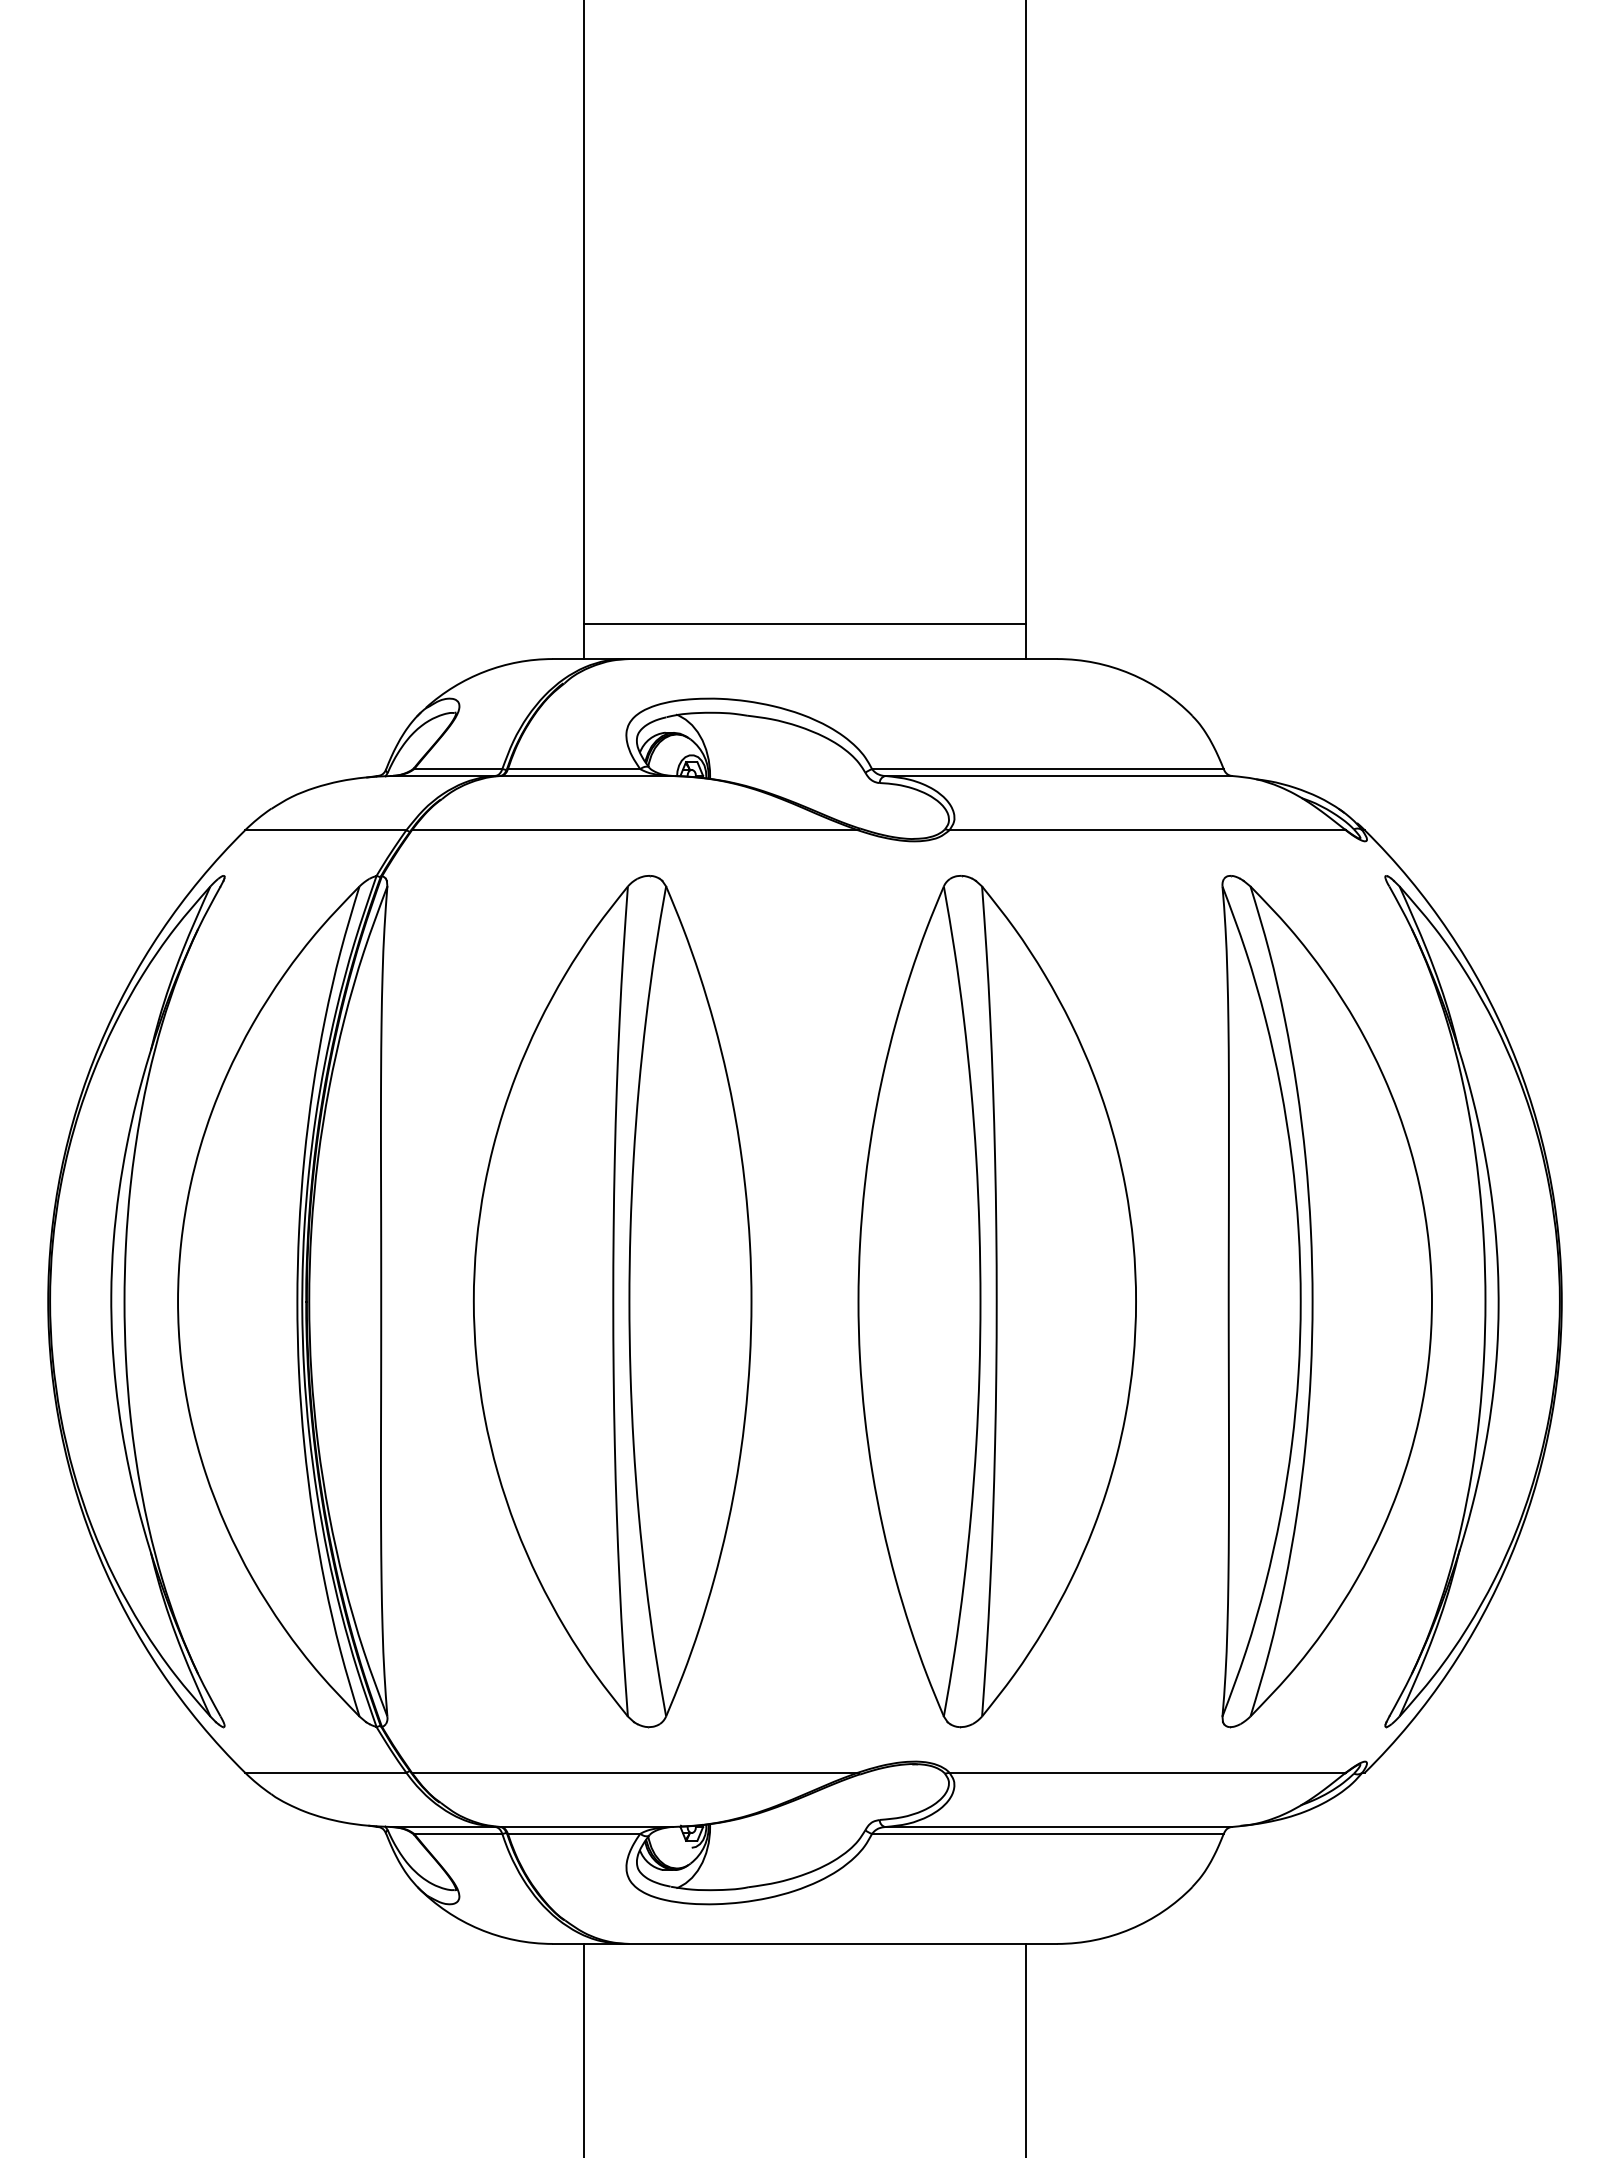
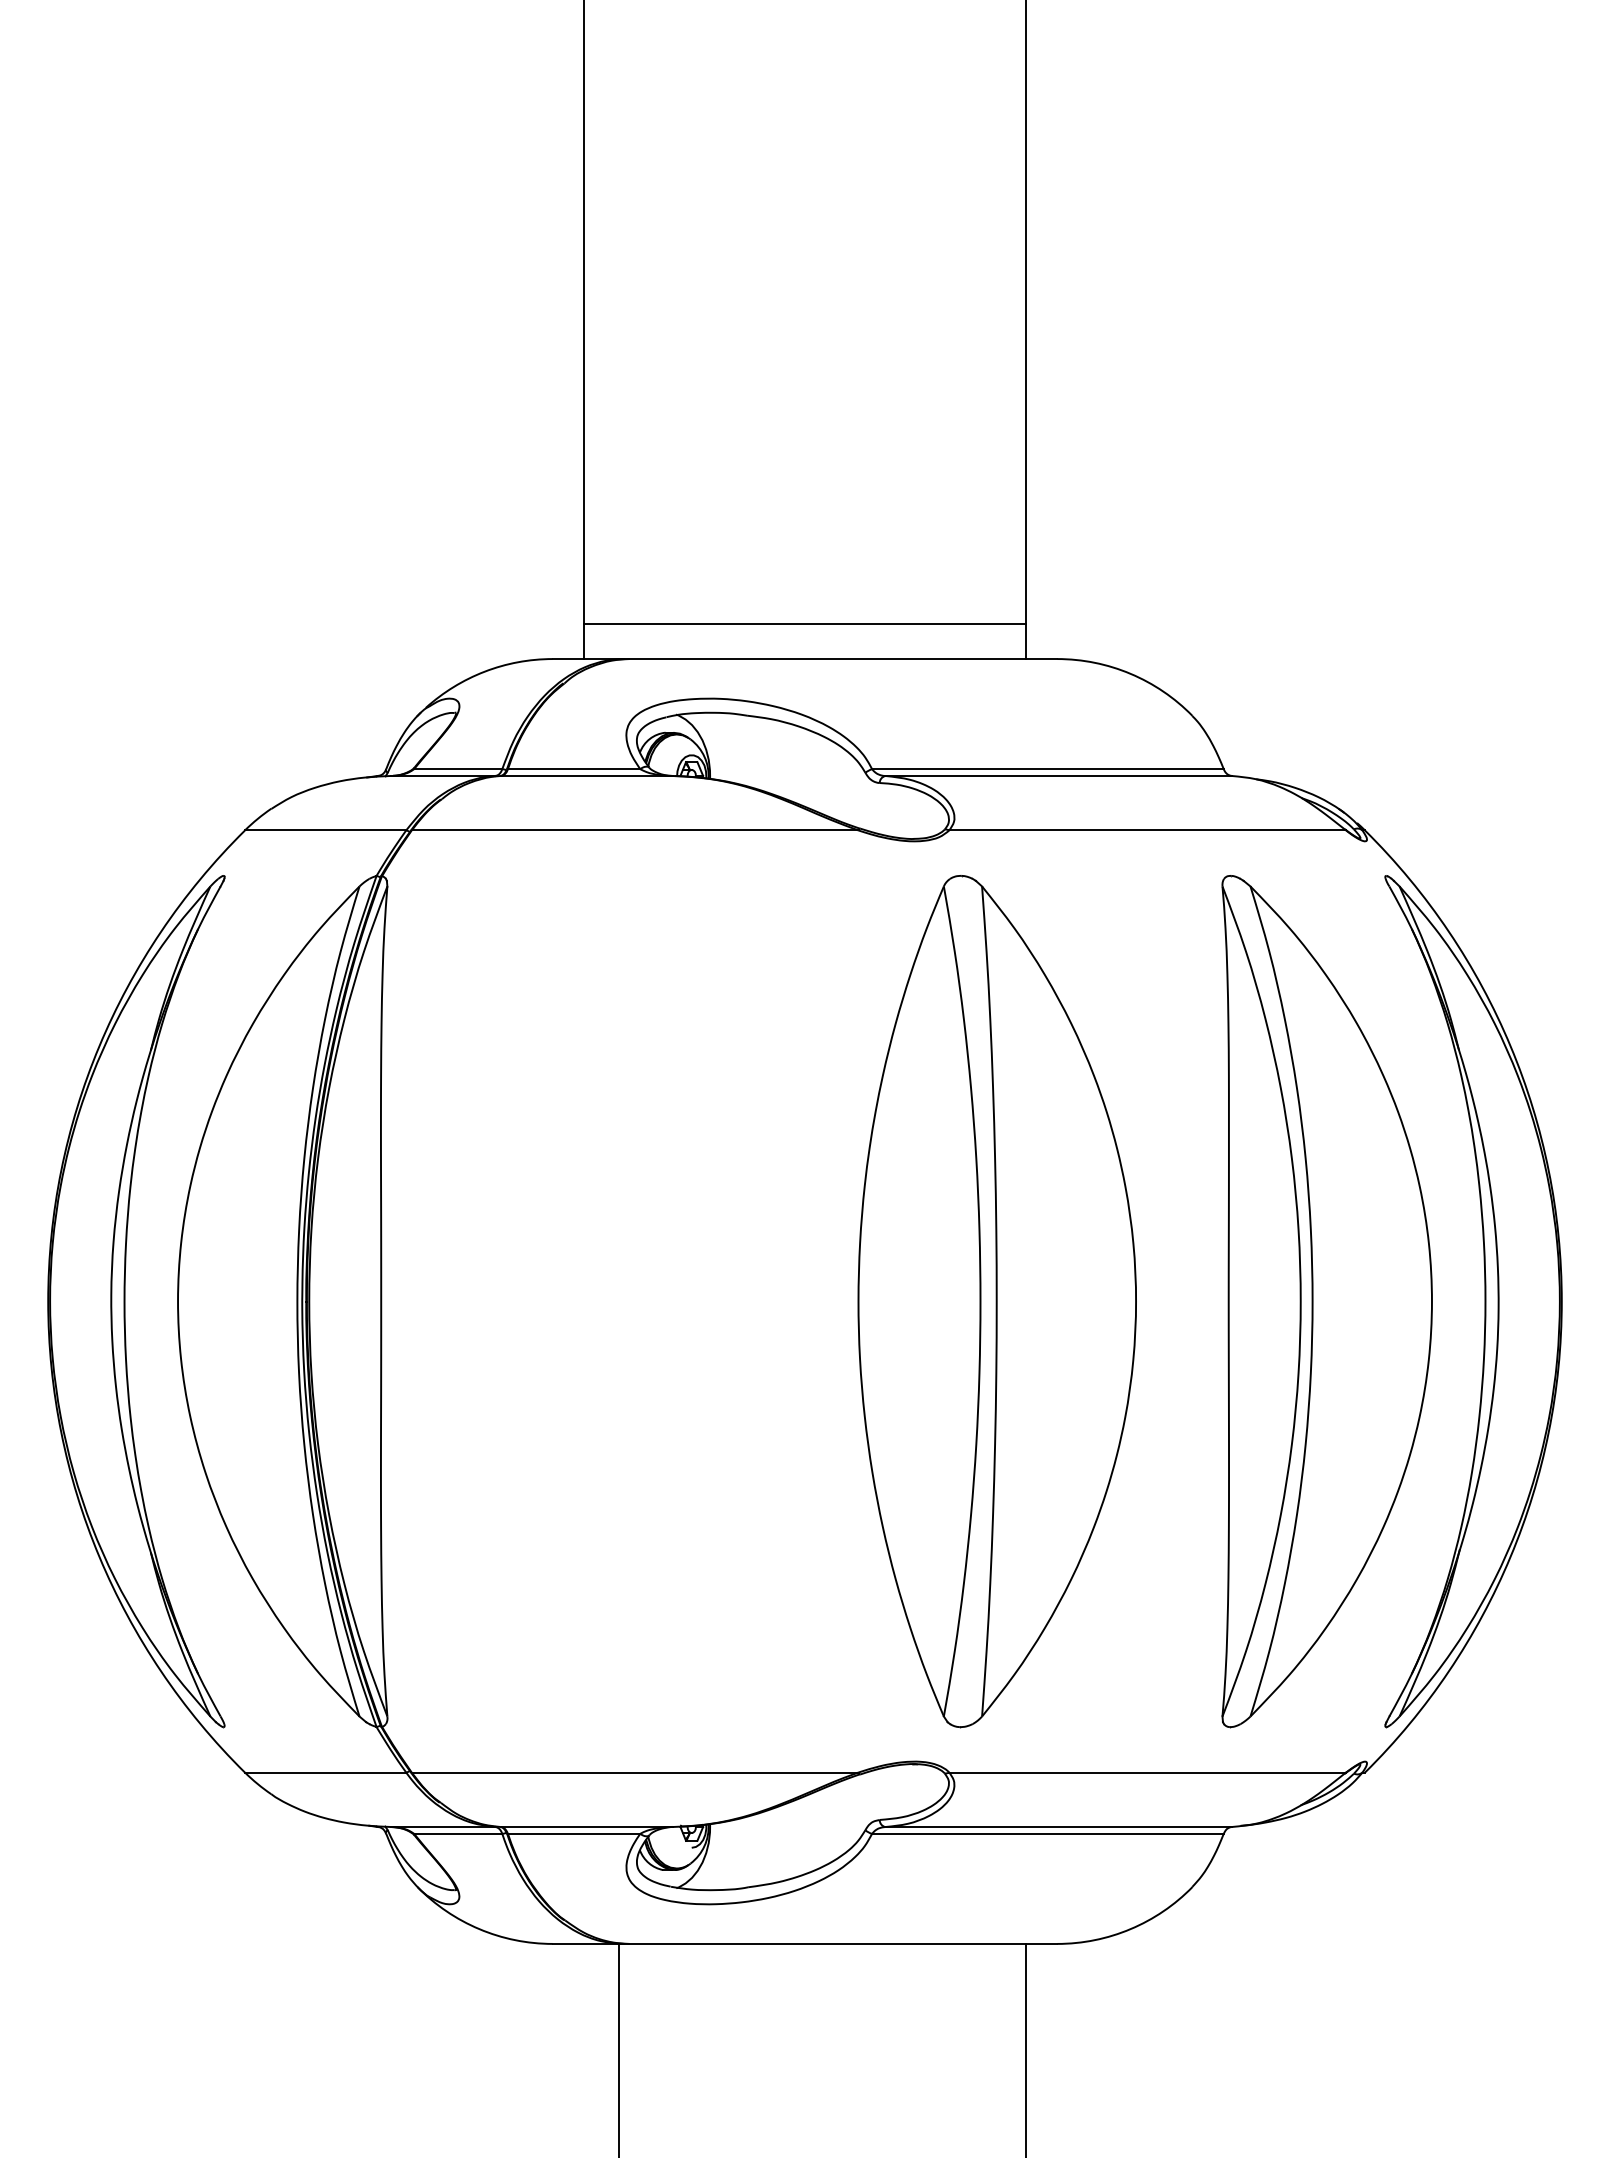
part at (612, 1301): present -> none
line at (584, 2048) position: (584, 2048) -> (619, 2048)
